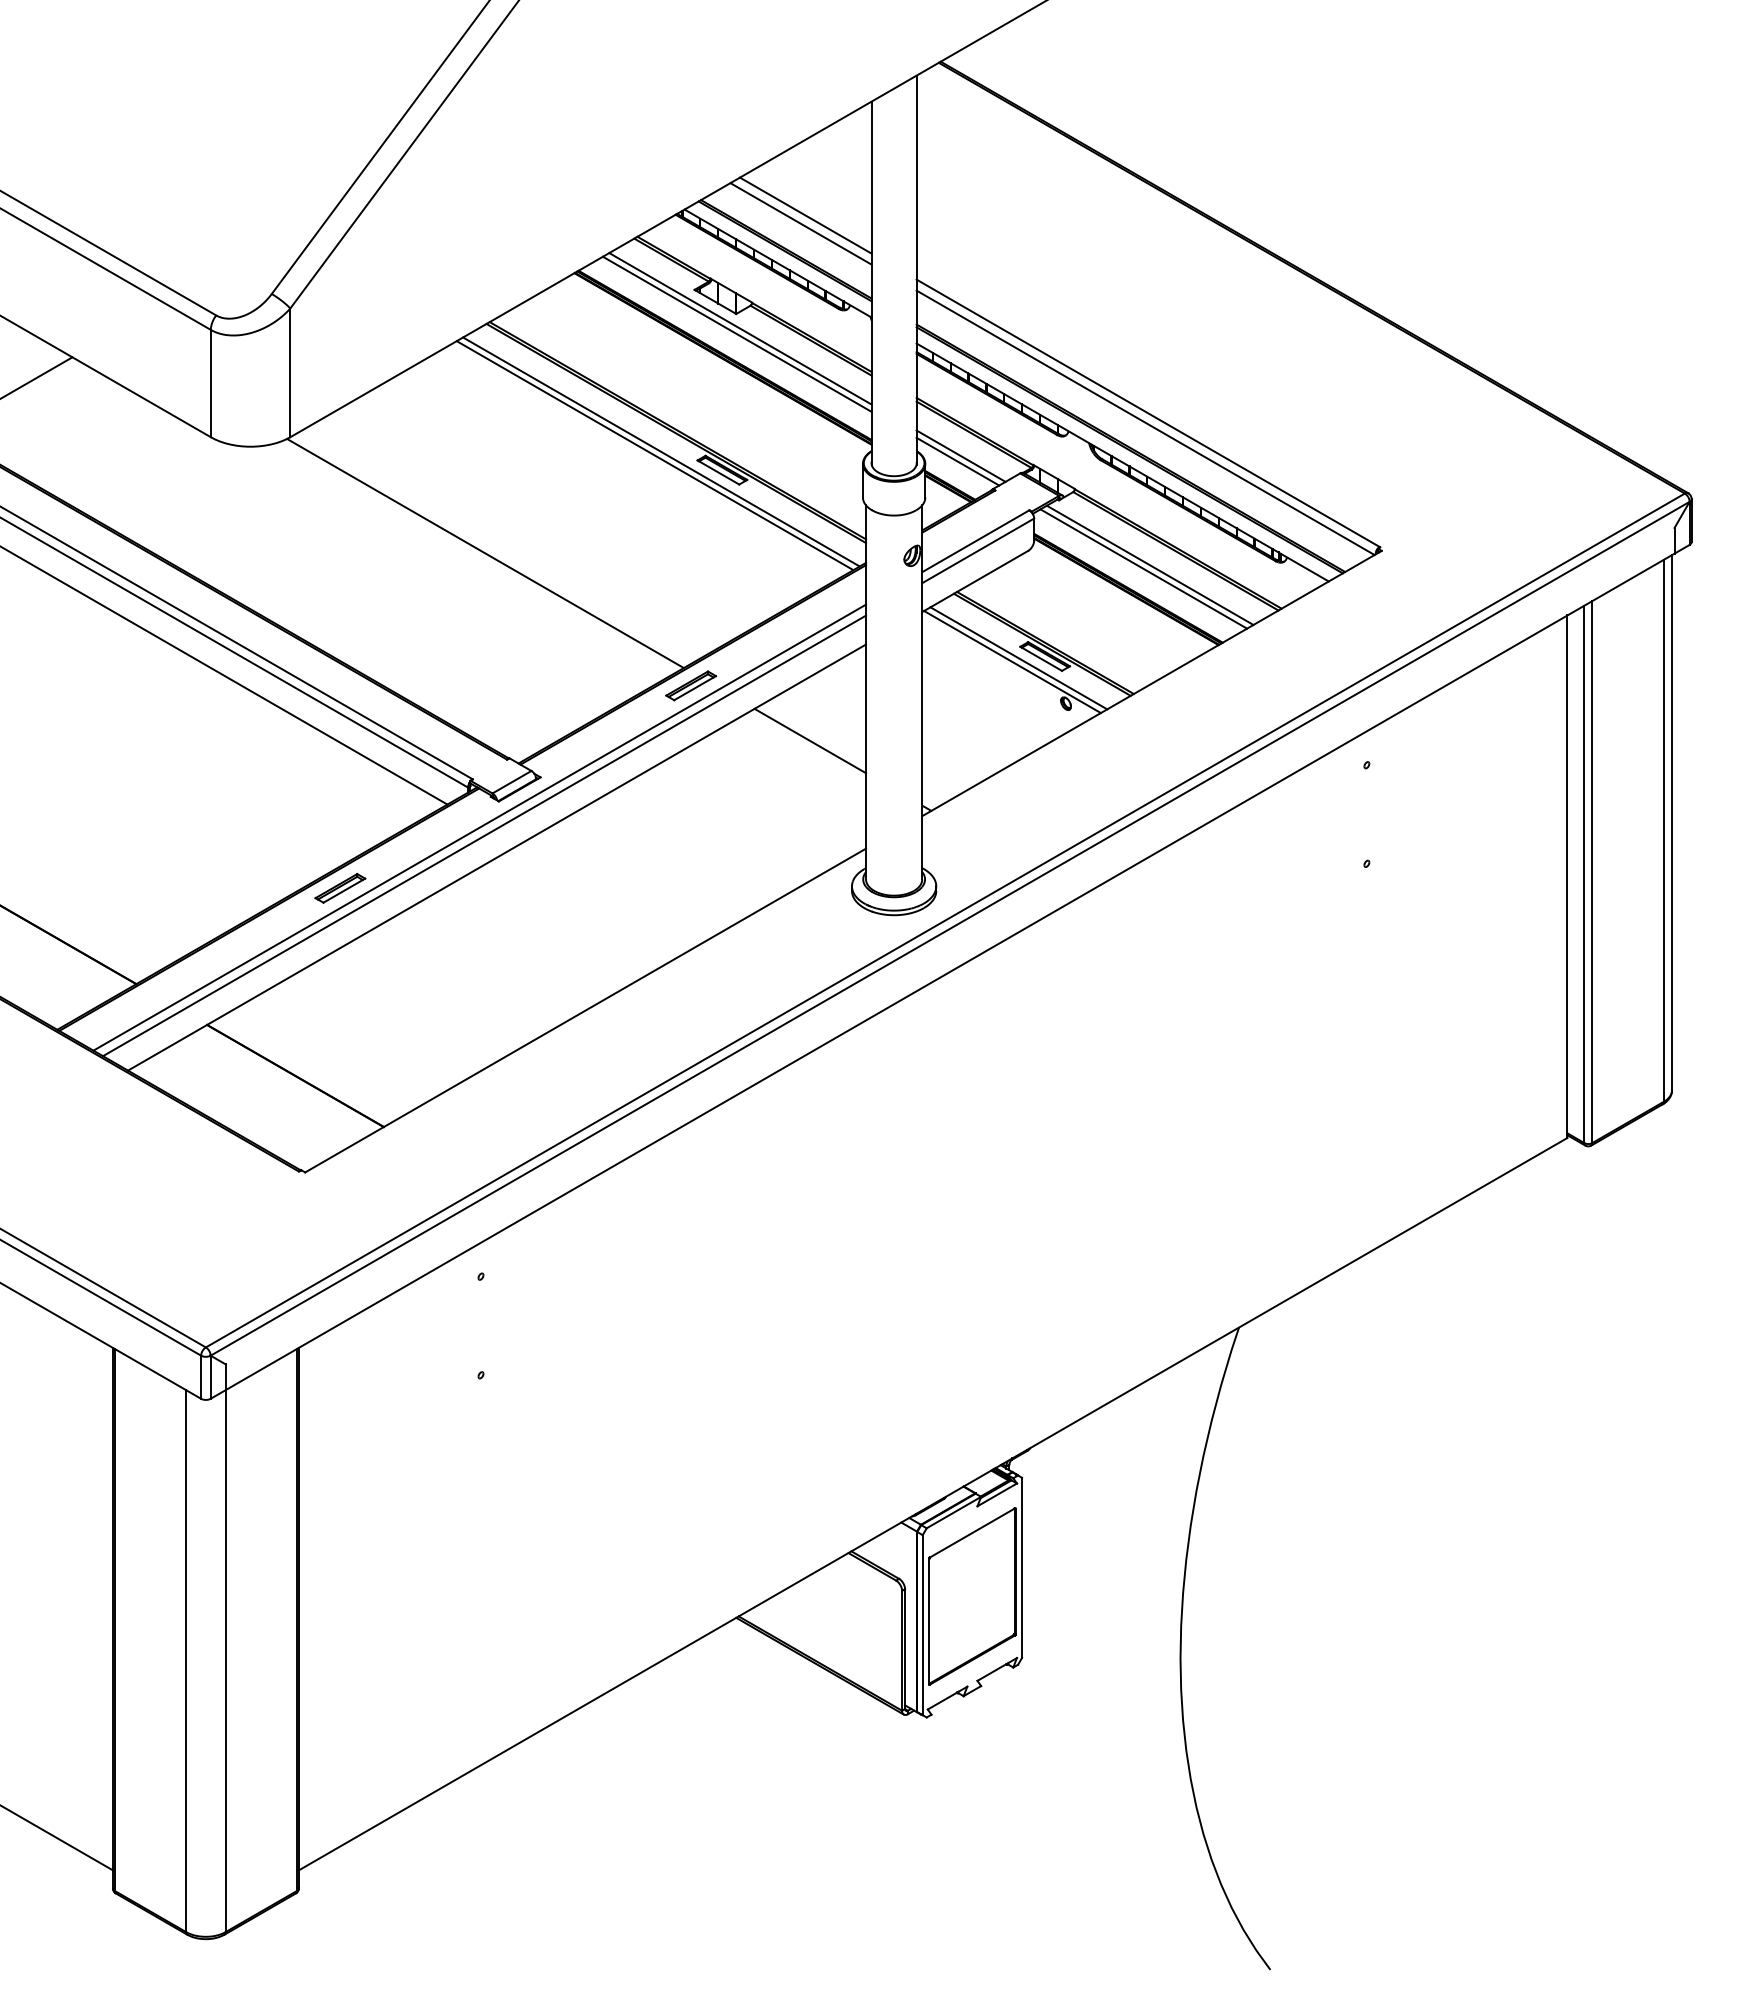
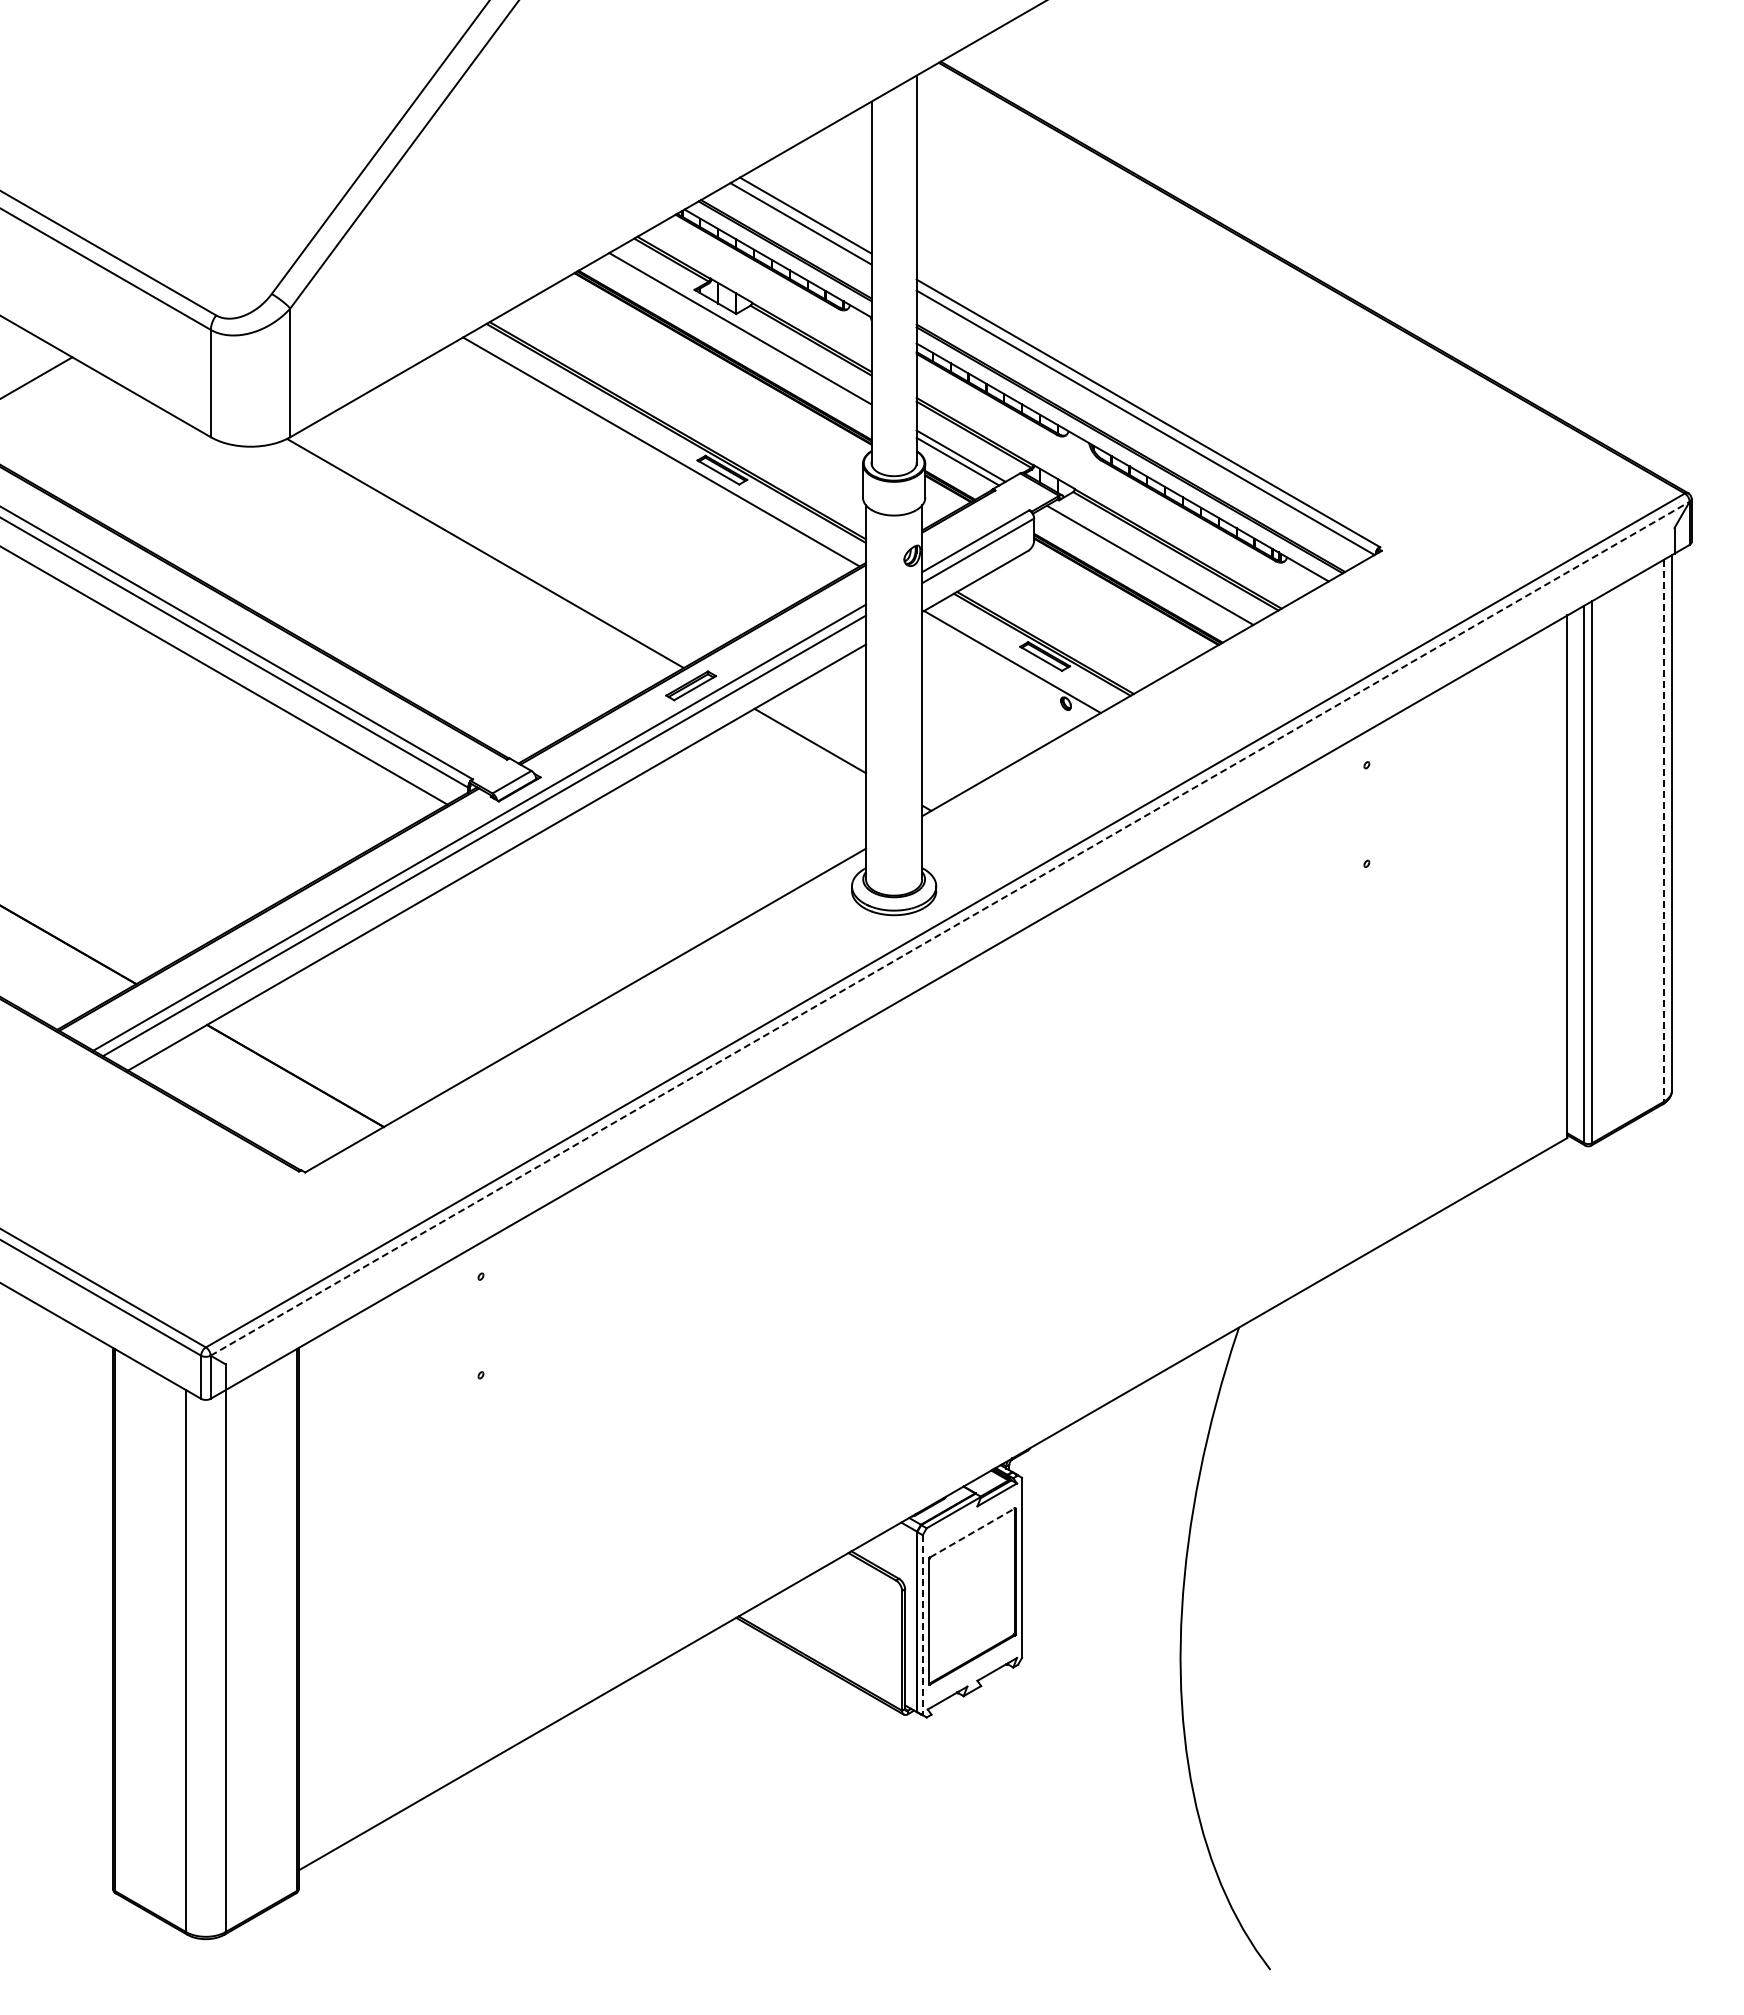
line at (736, 333): present -> none
line at (654, 455): present -> none
line at (1143, 568): present -> none
line at (1018, 658): present -> none
line at (1663, 830): solid -> dashed
part at (340, 888): present -> none
line at (950, 928): solid -> dashed
line at (972, 1532): solid -> dashed
line at (922, 1625): solid -> dashed
line at (57, 1838): present -> none
